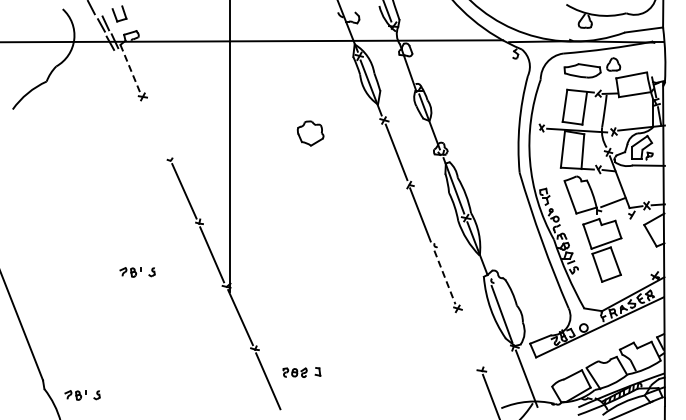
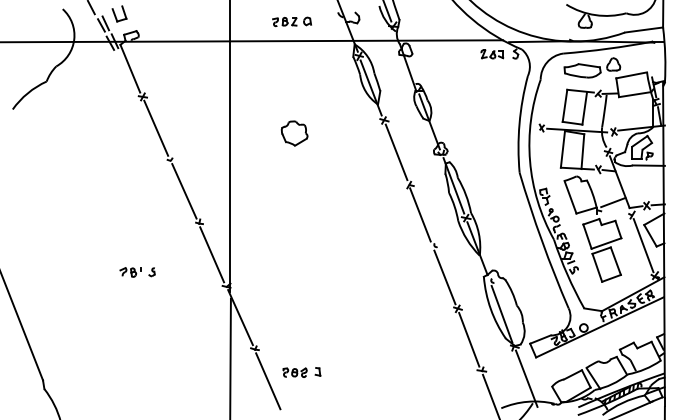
part at (291, 21): none -> present
part at (492, 54): none -> present
line at (130, 68): dashed -> solid
line at (156, 127): none -> present
part at (310, 133) position: (310, 133) -> (294, 133)
line at (643, 245): none -> present
line at (444, 277): dashed -> solid
line at (469, 339): none -> present
line at (230, 357): none -> present
part at (82, 395): present -> none
